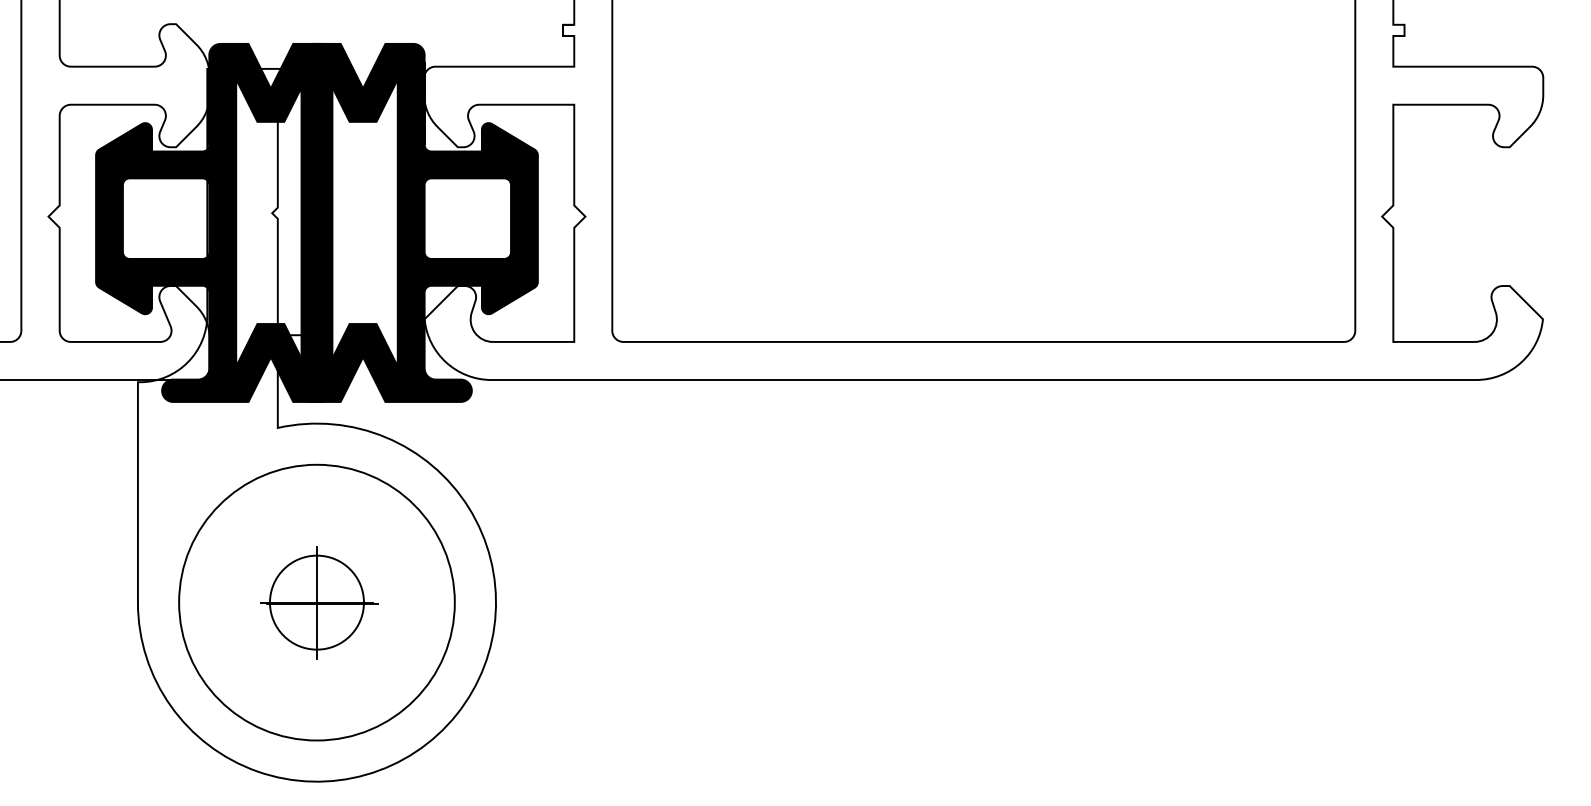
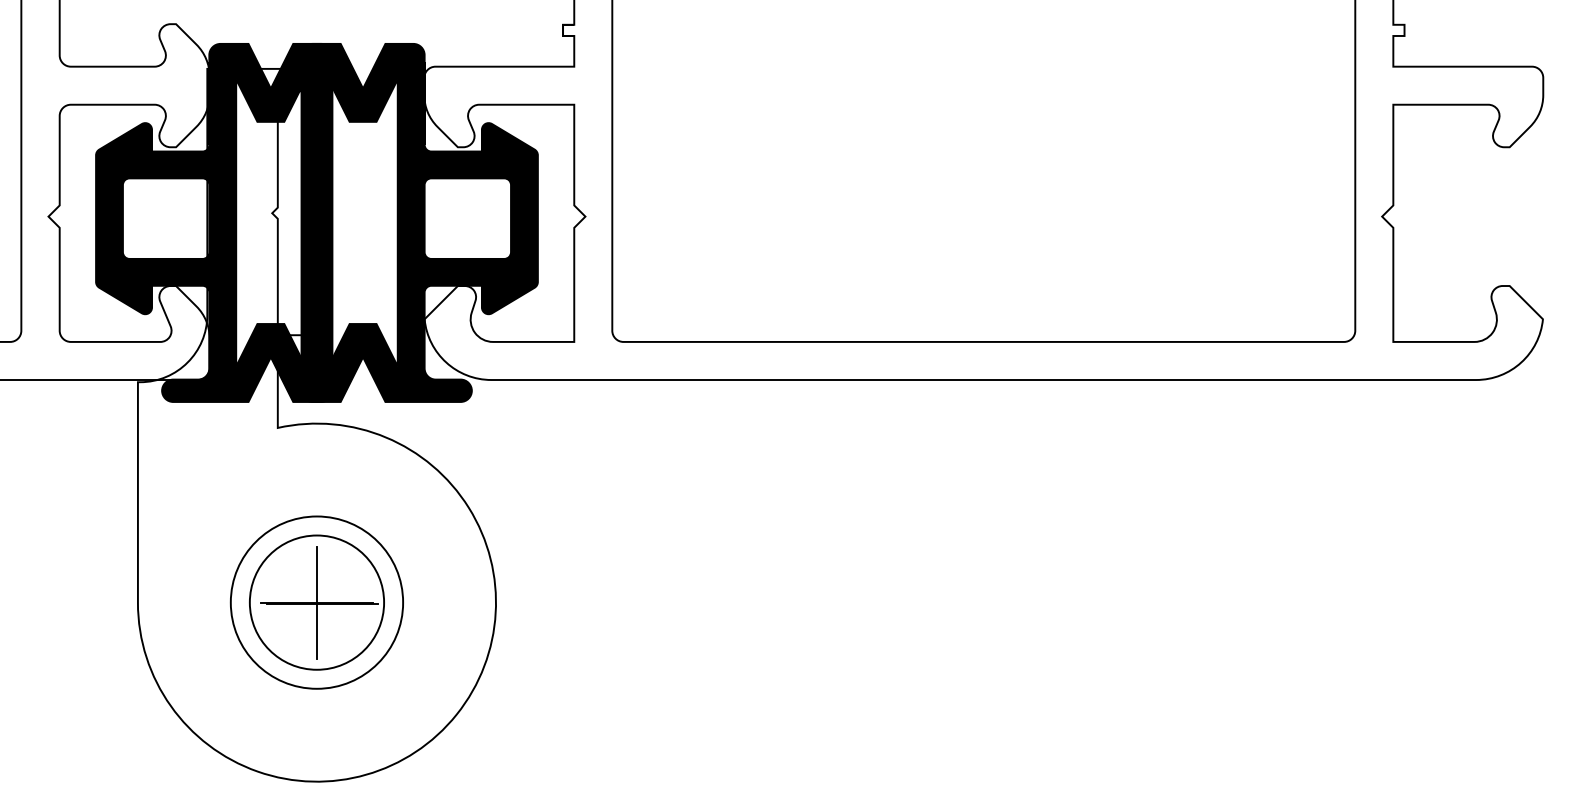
circle at (316, 602) diameter: 276 px -> 172 px
circle at (316, 602) diameter: 94 px -> 134 px
